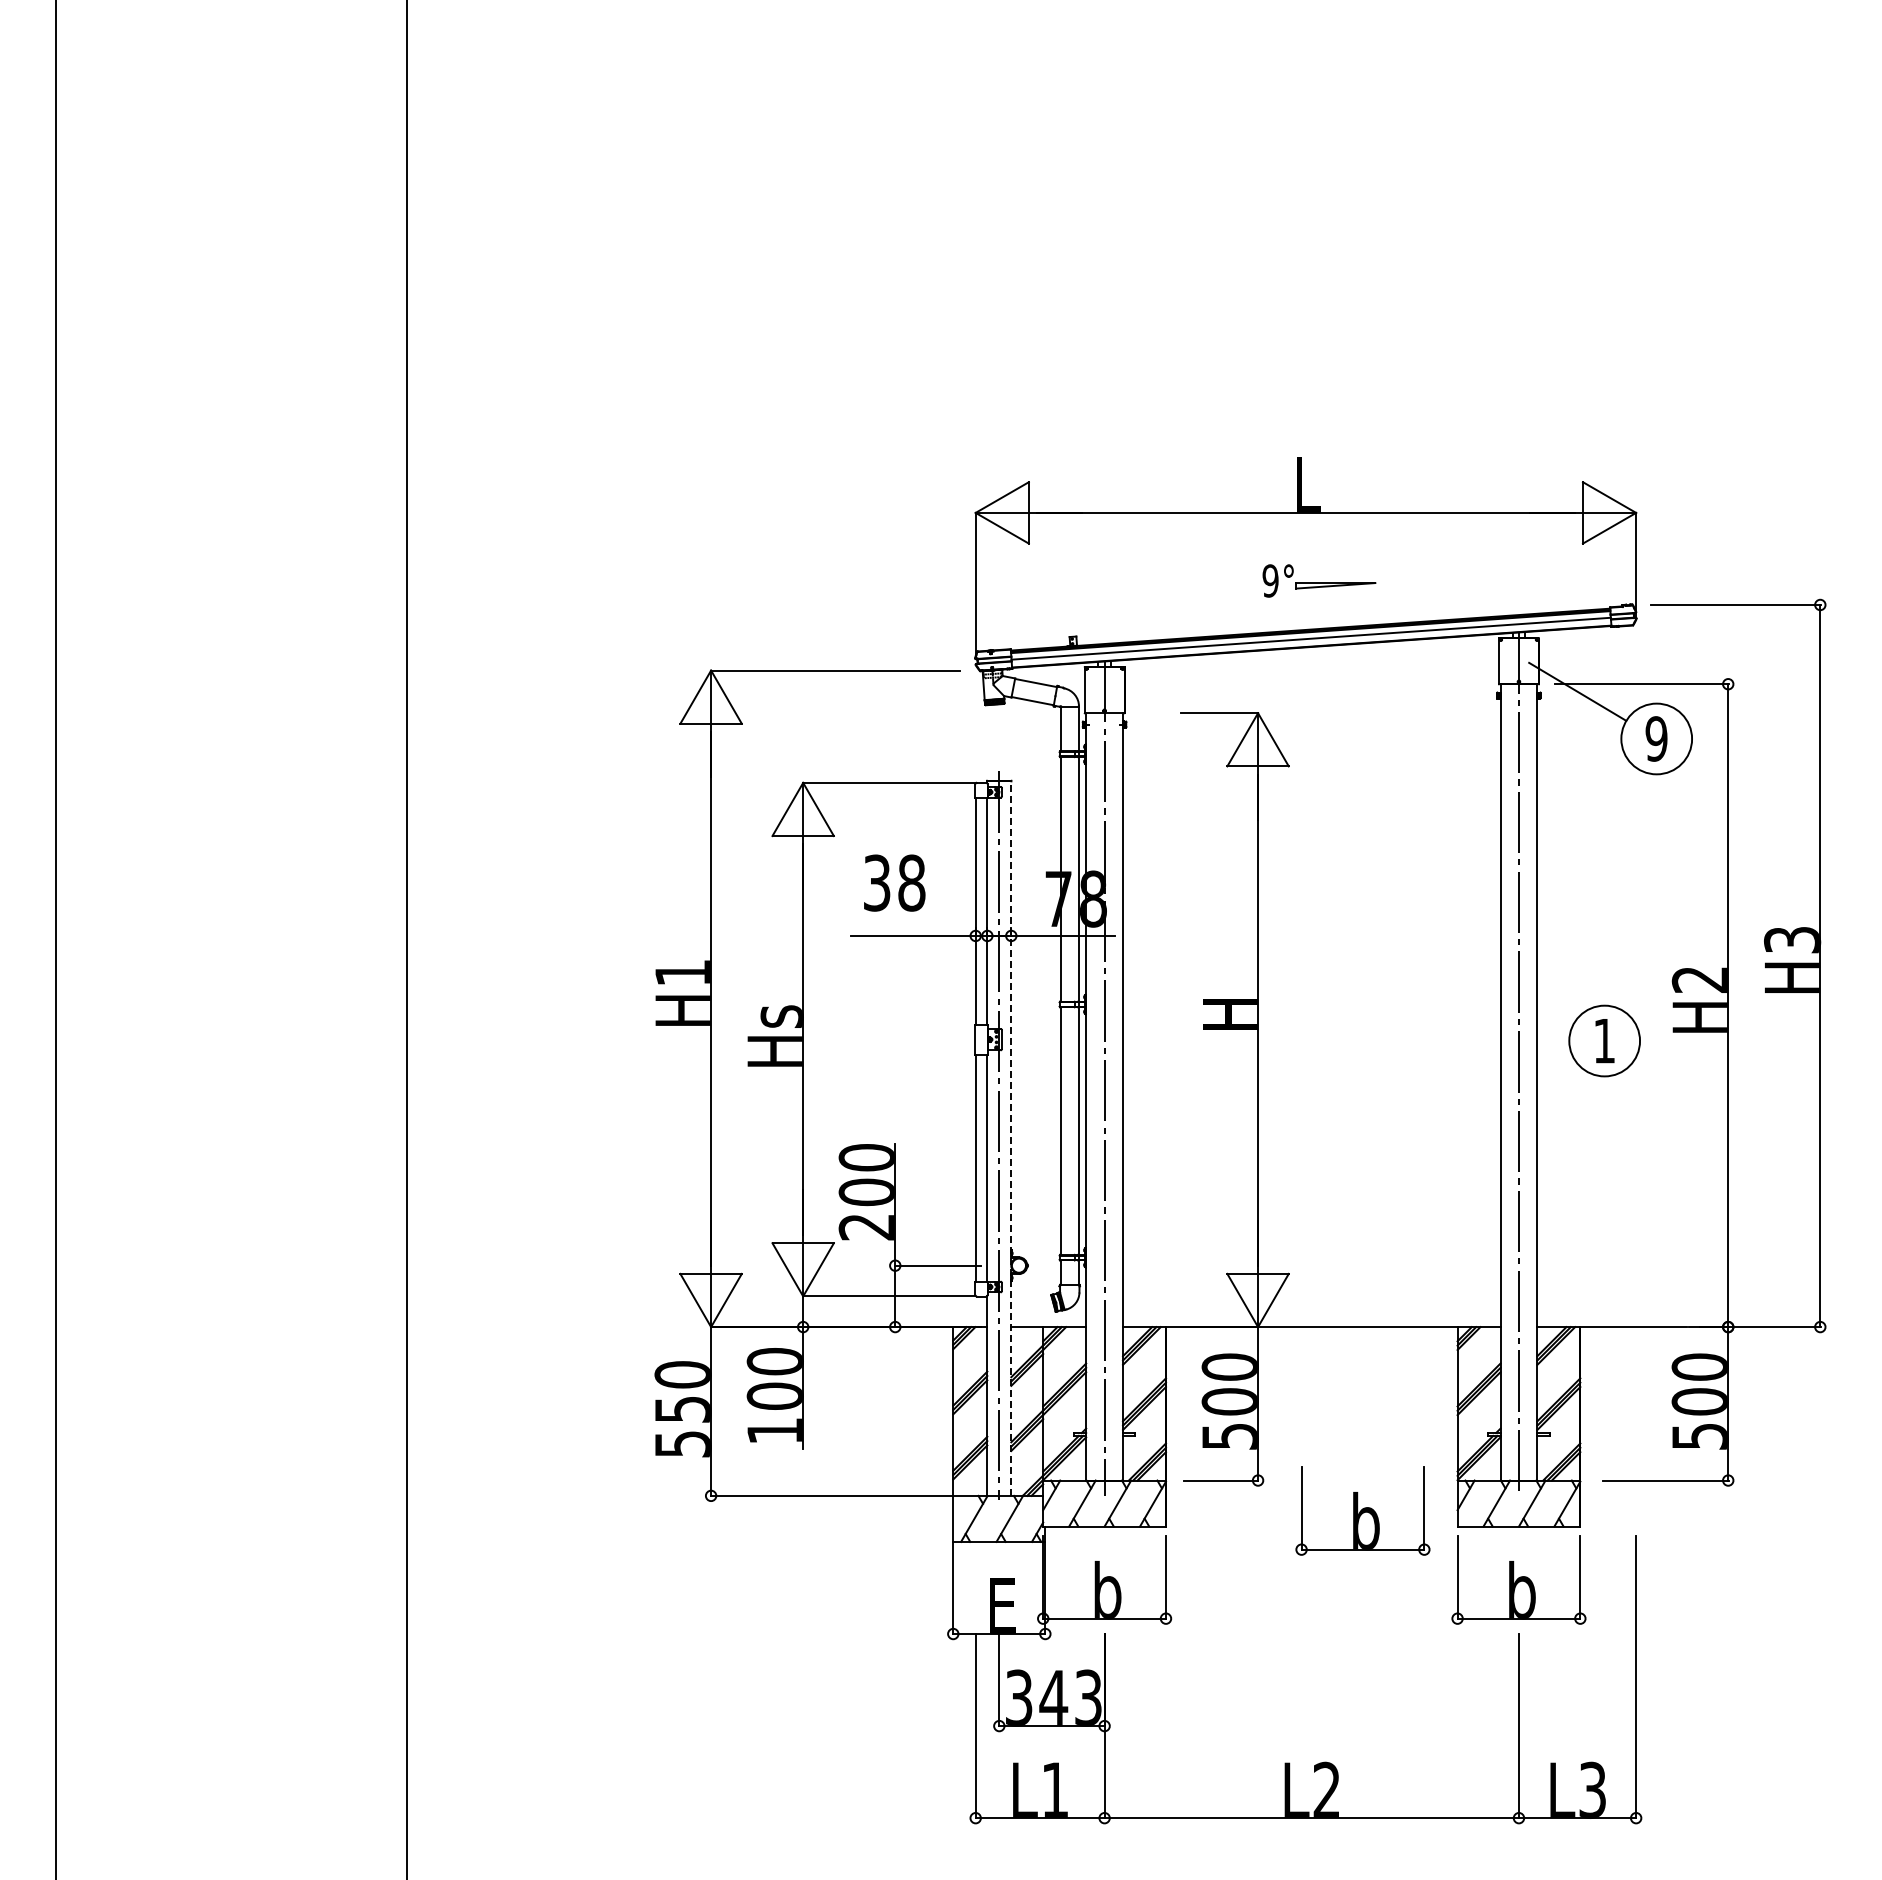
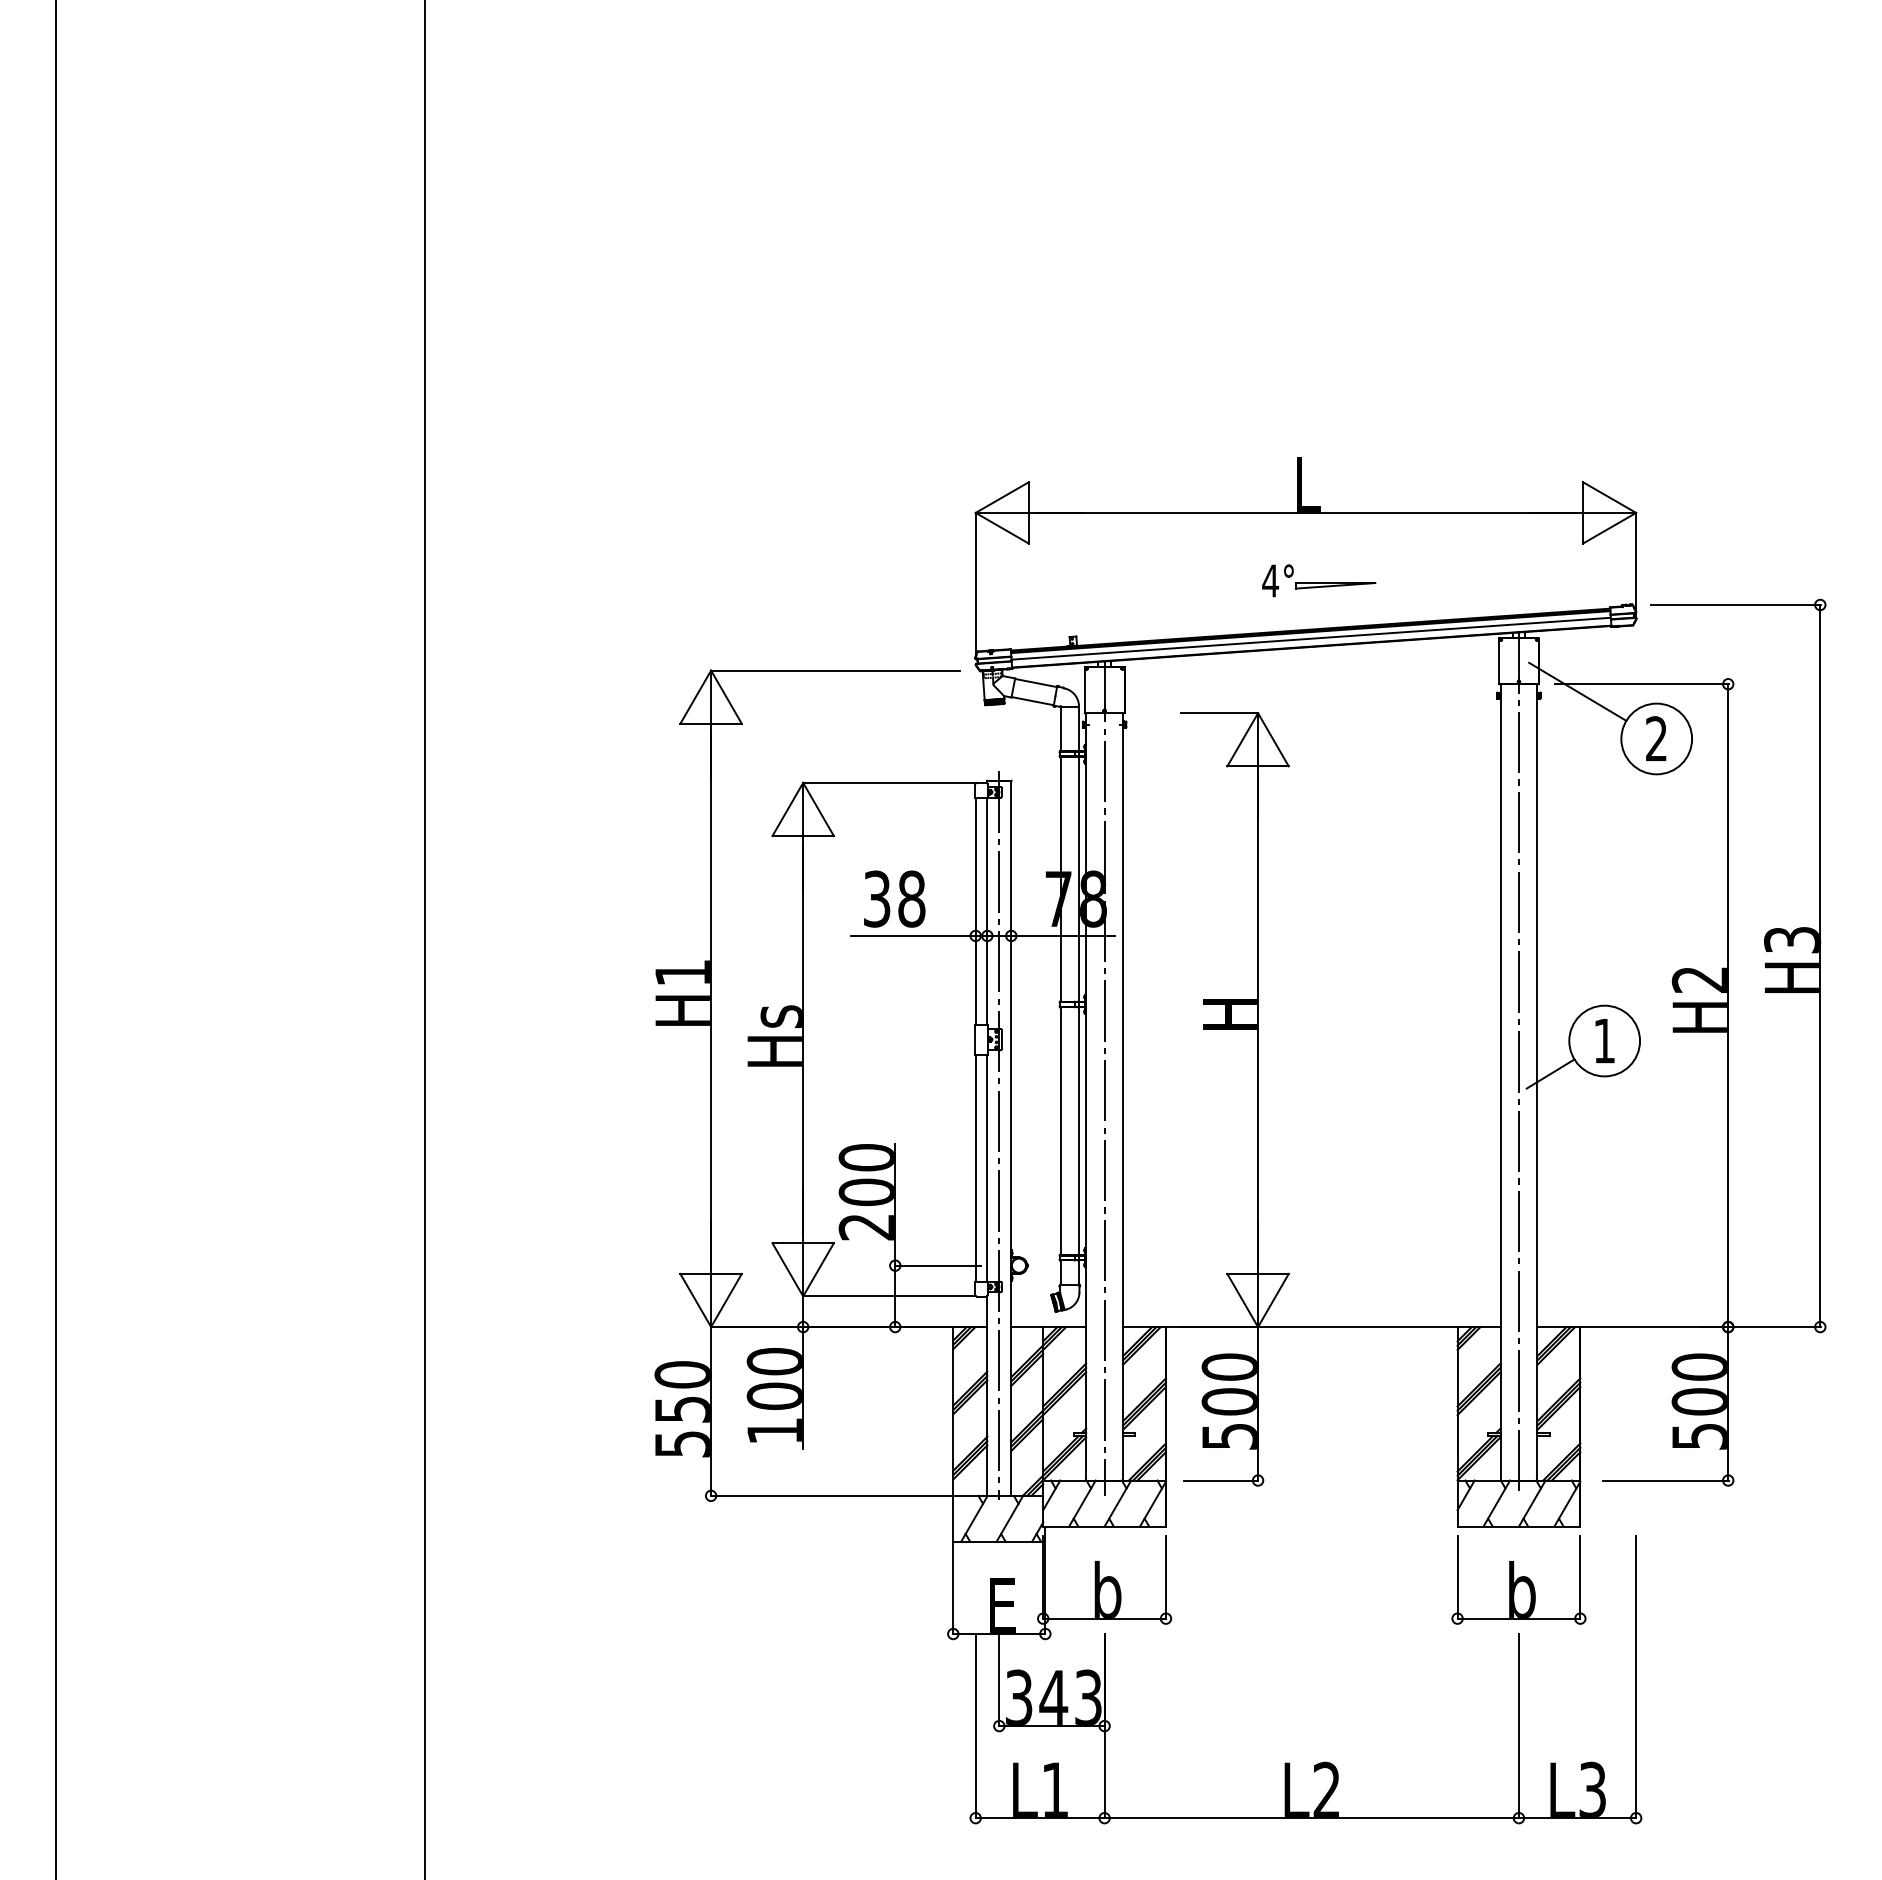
text at (1270, 580): 9° -> 4°
text at (1656, 738): 9 -> 2
text at (894, 882) position: (894, 882) -> (894, 898)
line at (406, 939) position: (406, 939) -> (424, 939)
line at (1550, 1073): none -> present
line at (1011, 1138): dashed -> solid
part at (1362, 1510): present -> none
